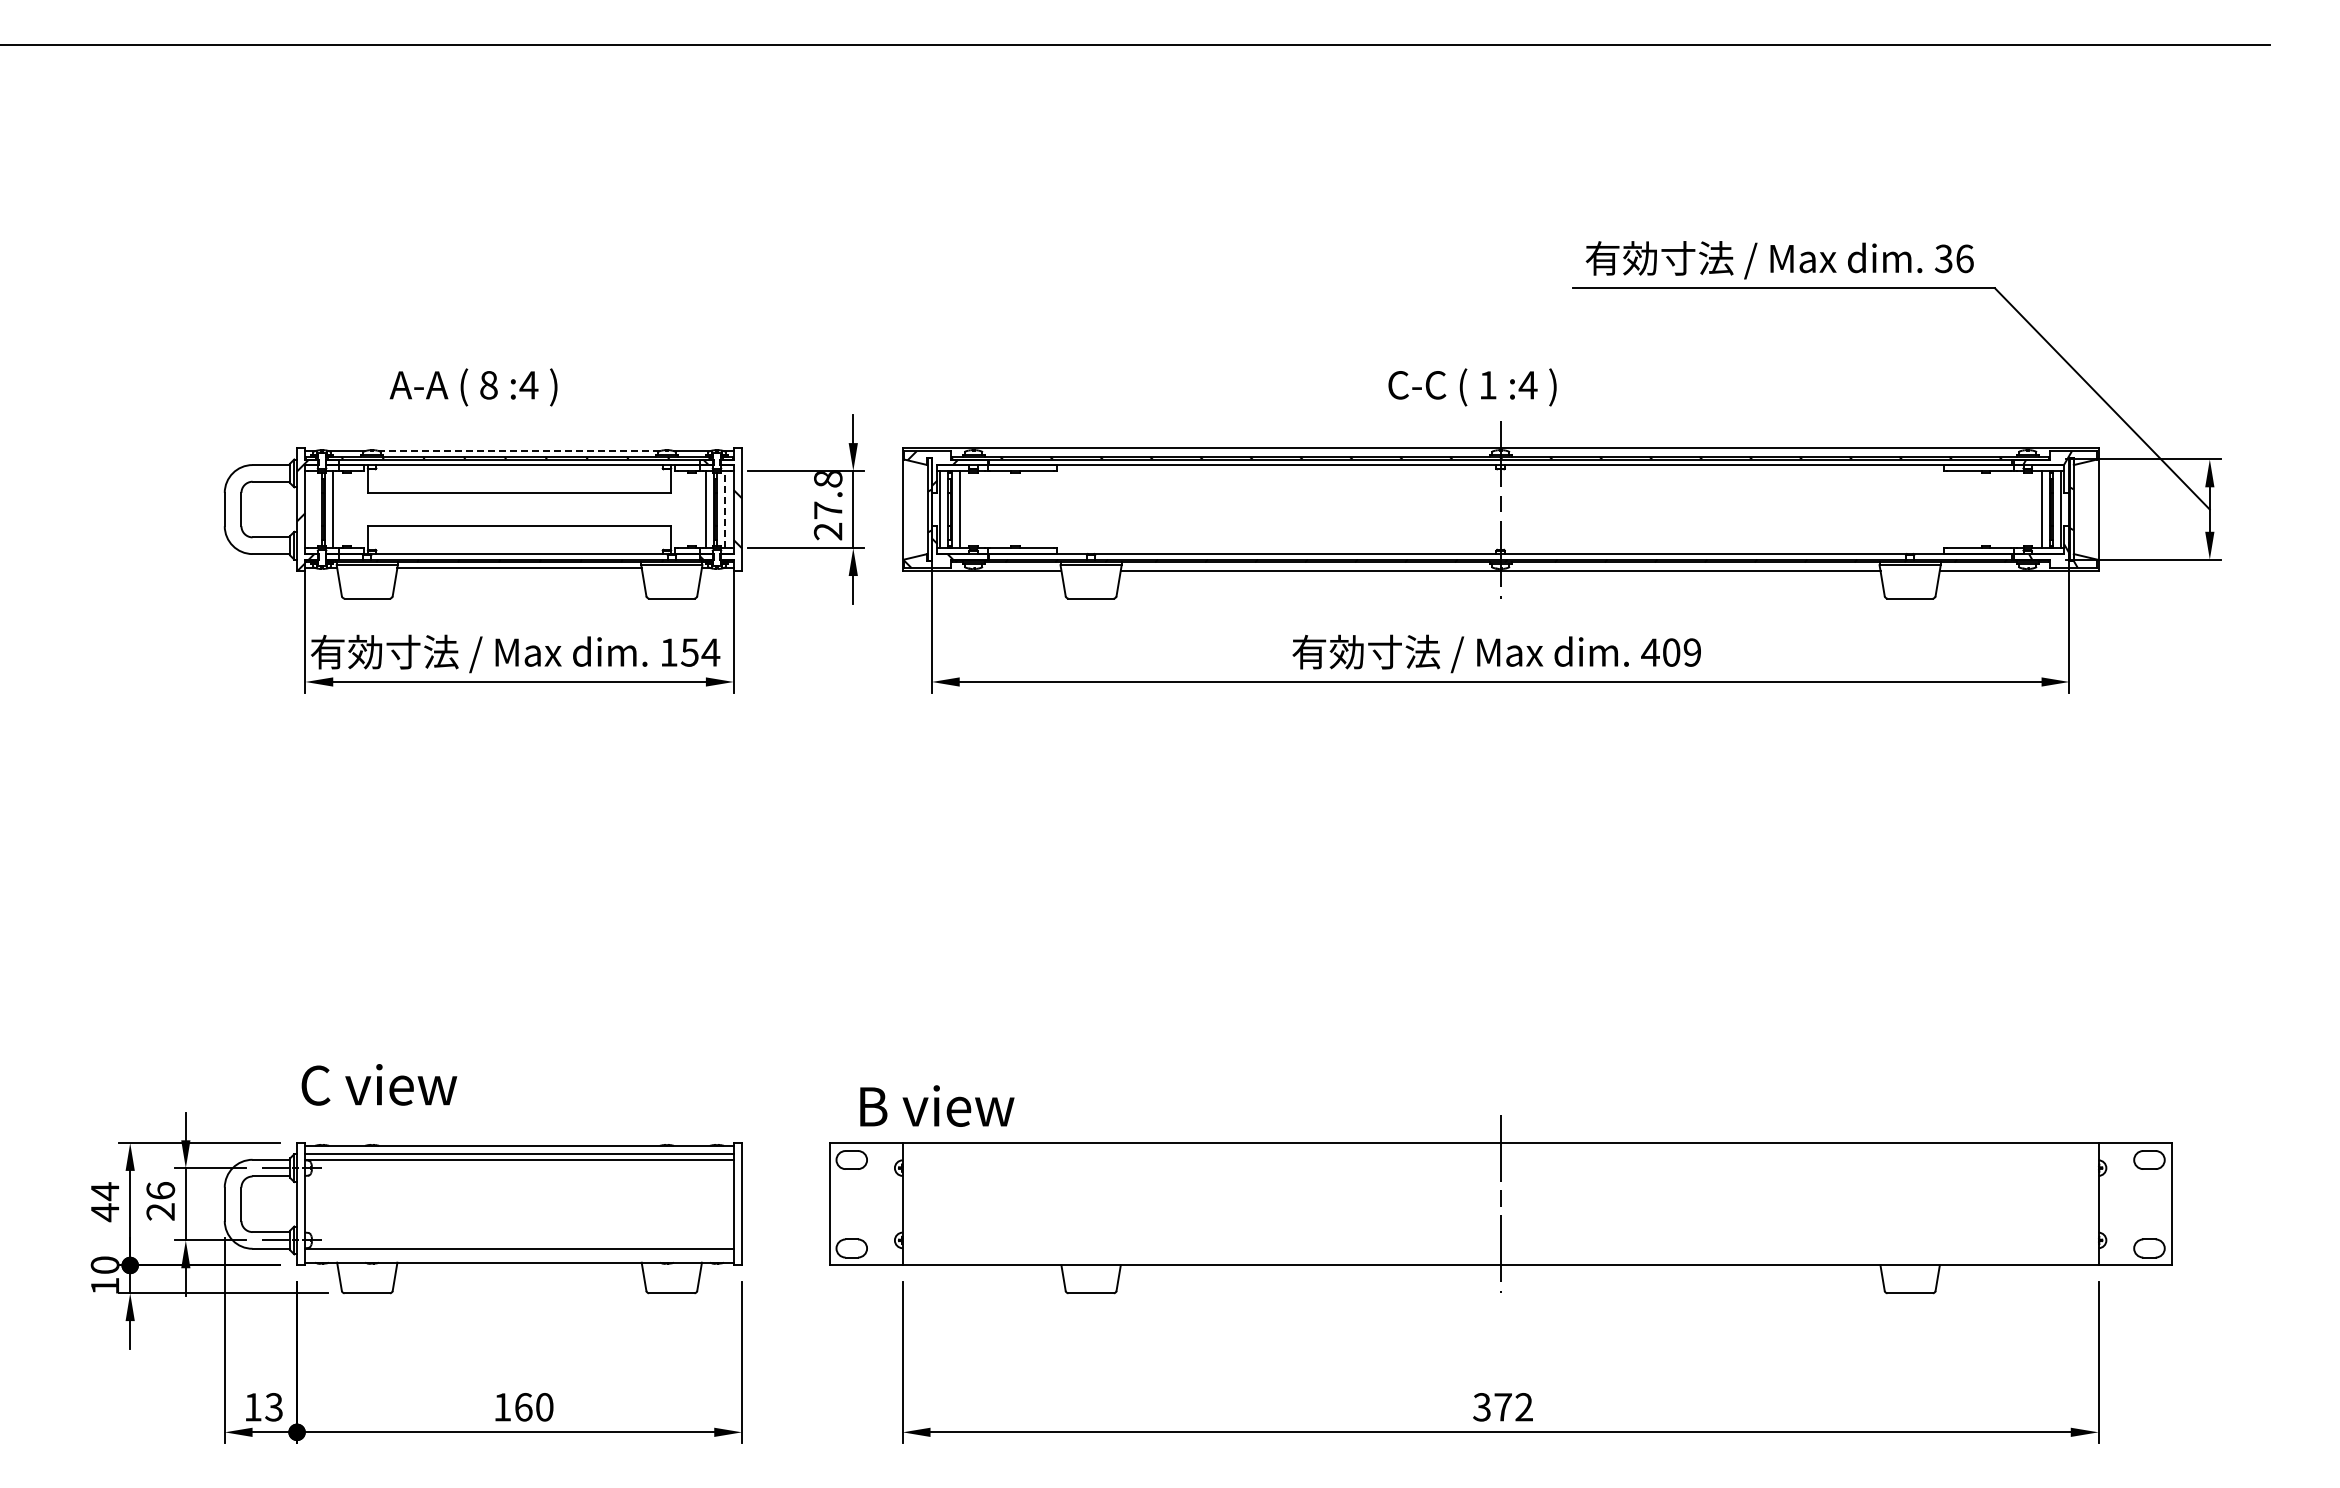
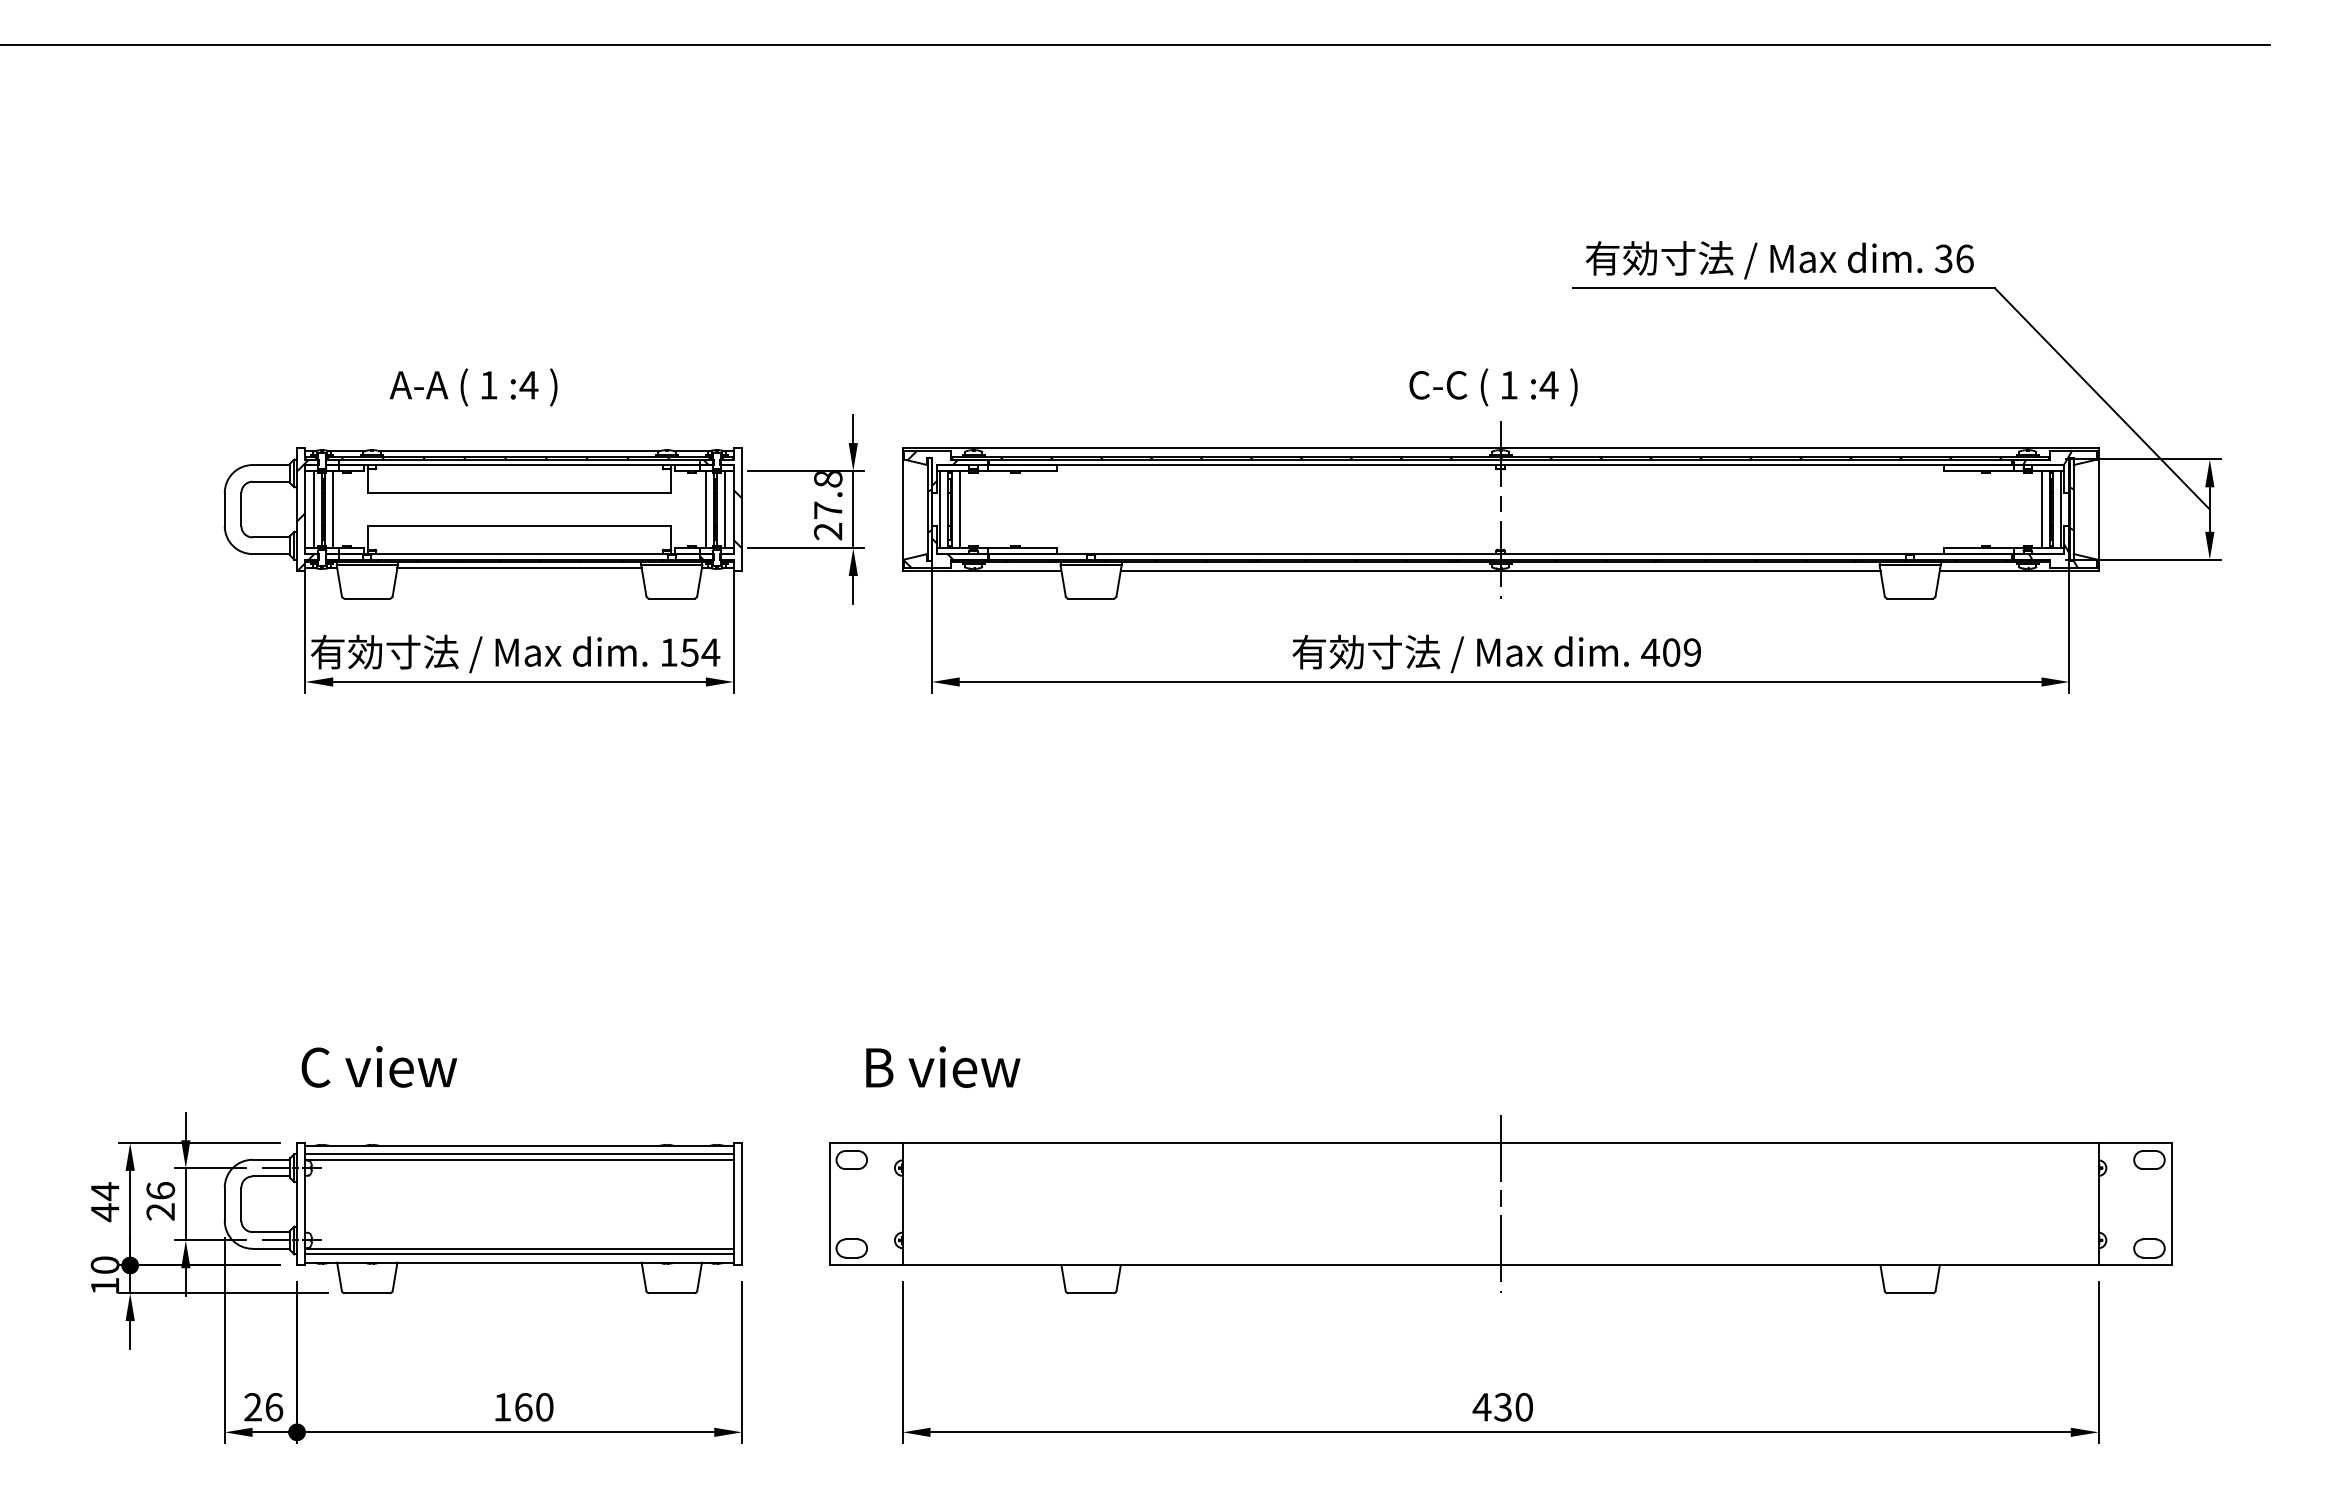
text at (488, 385): 8 -> 1
text at (1472, 387) position: (1472, 387) -> (1493, 387)
line at (519, 451): dashed -> solid
line at (313, 509): none -> present
line at (725, 509): dashed -> solid
text at (379, 1084) position: (379, 1084) -> (379, 1066)
text at (937, 1105) position: (937, 1105) -> (943, 1066)
line at (519, 1254): none -> present
text at (263, 1407): 13 -> 26
text at (1502, 1407): 372 -> 430
